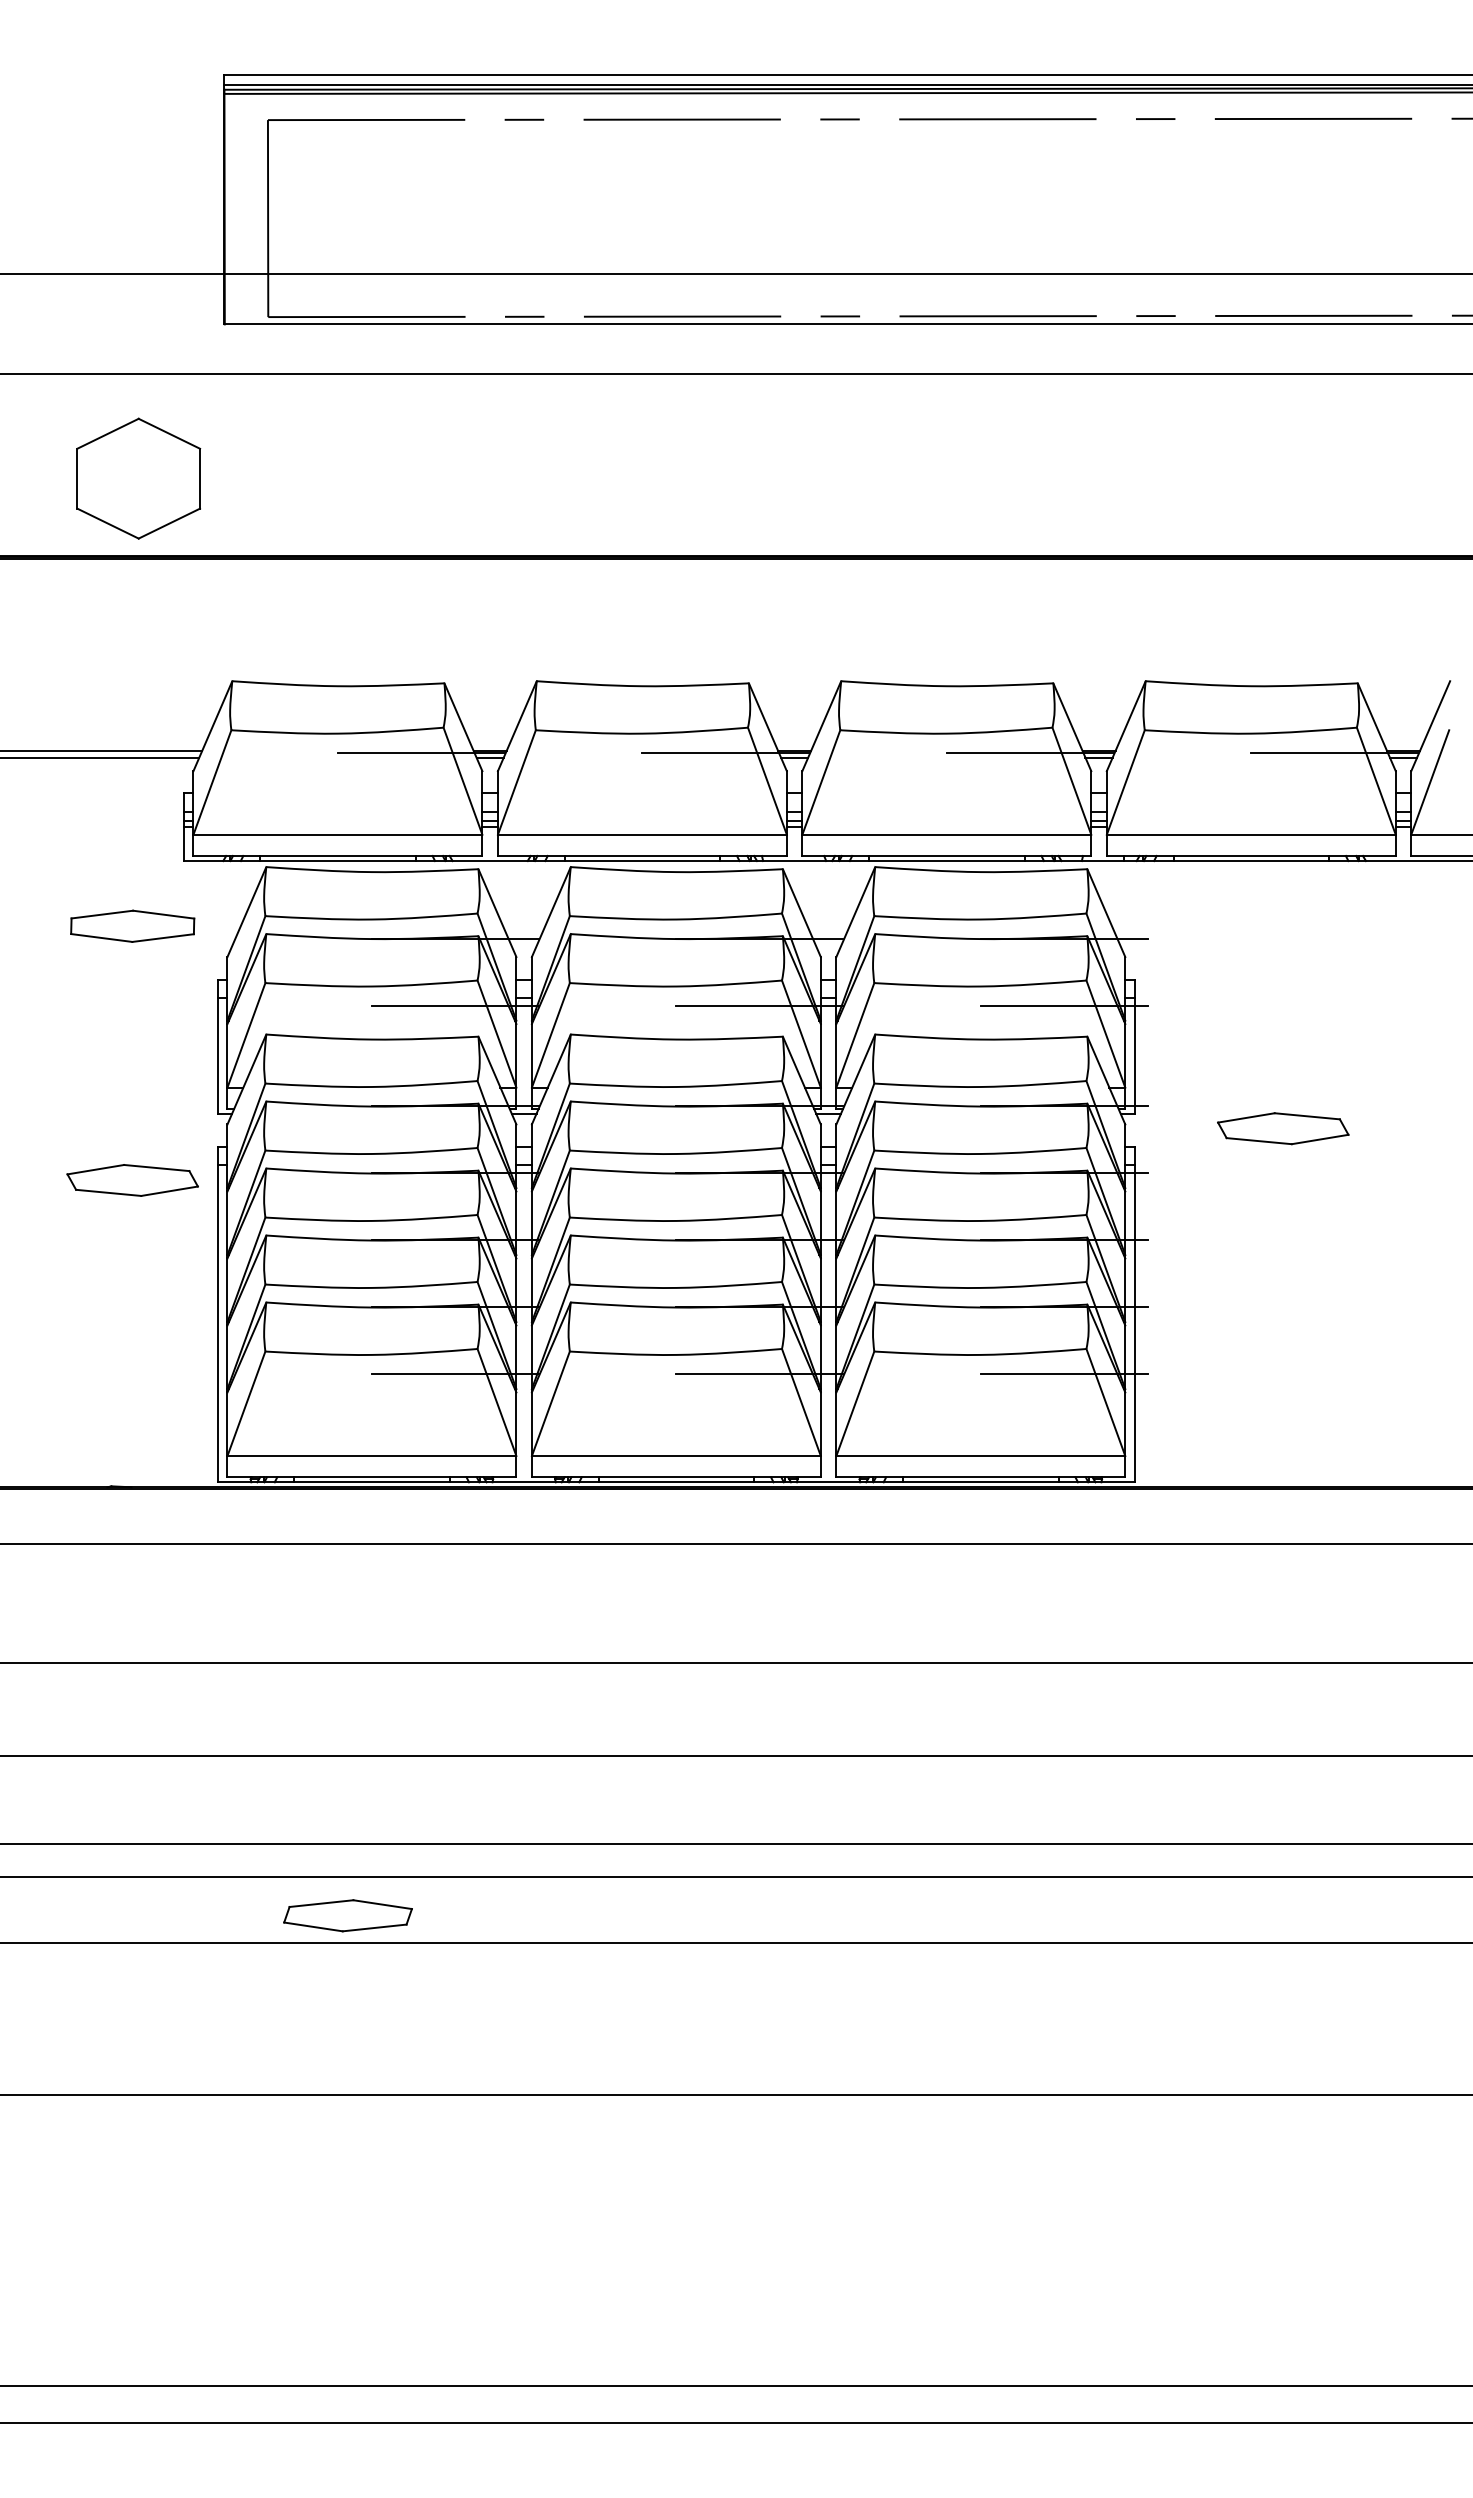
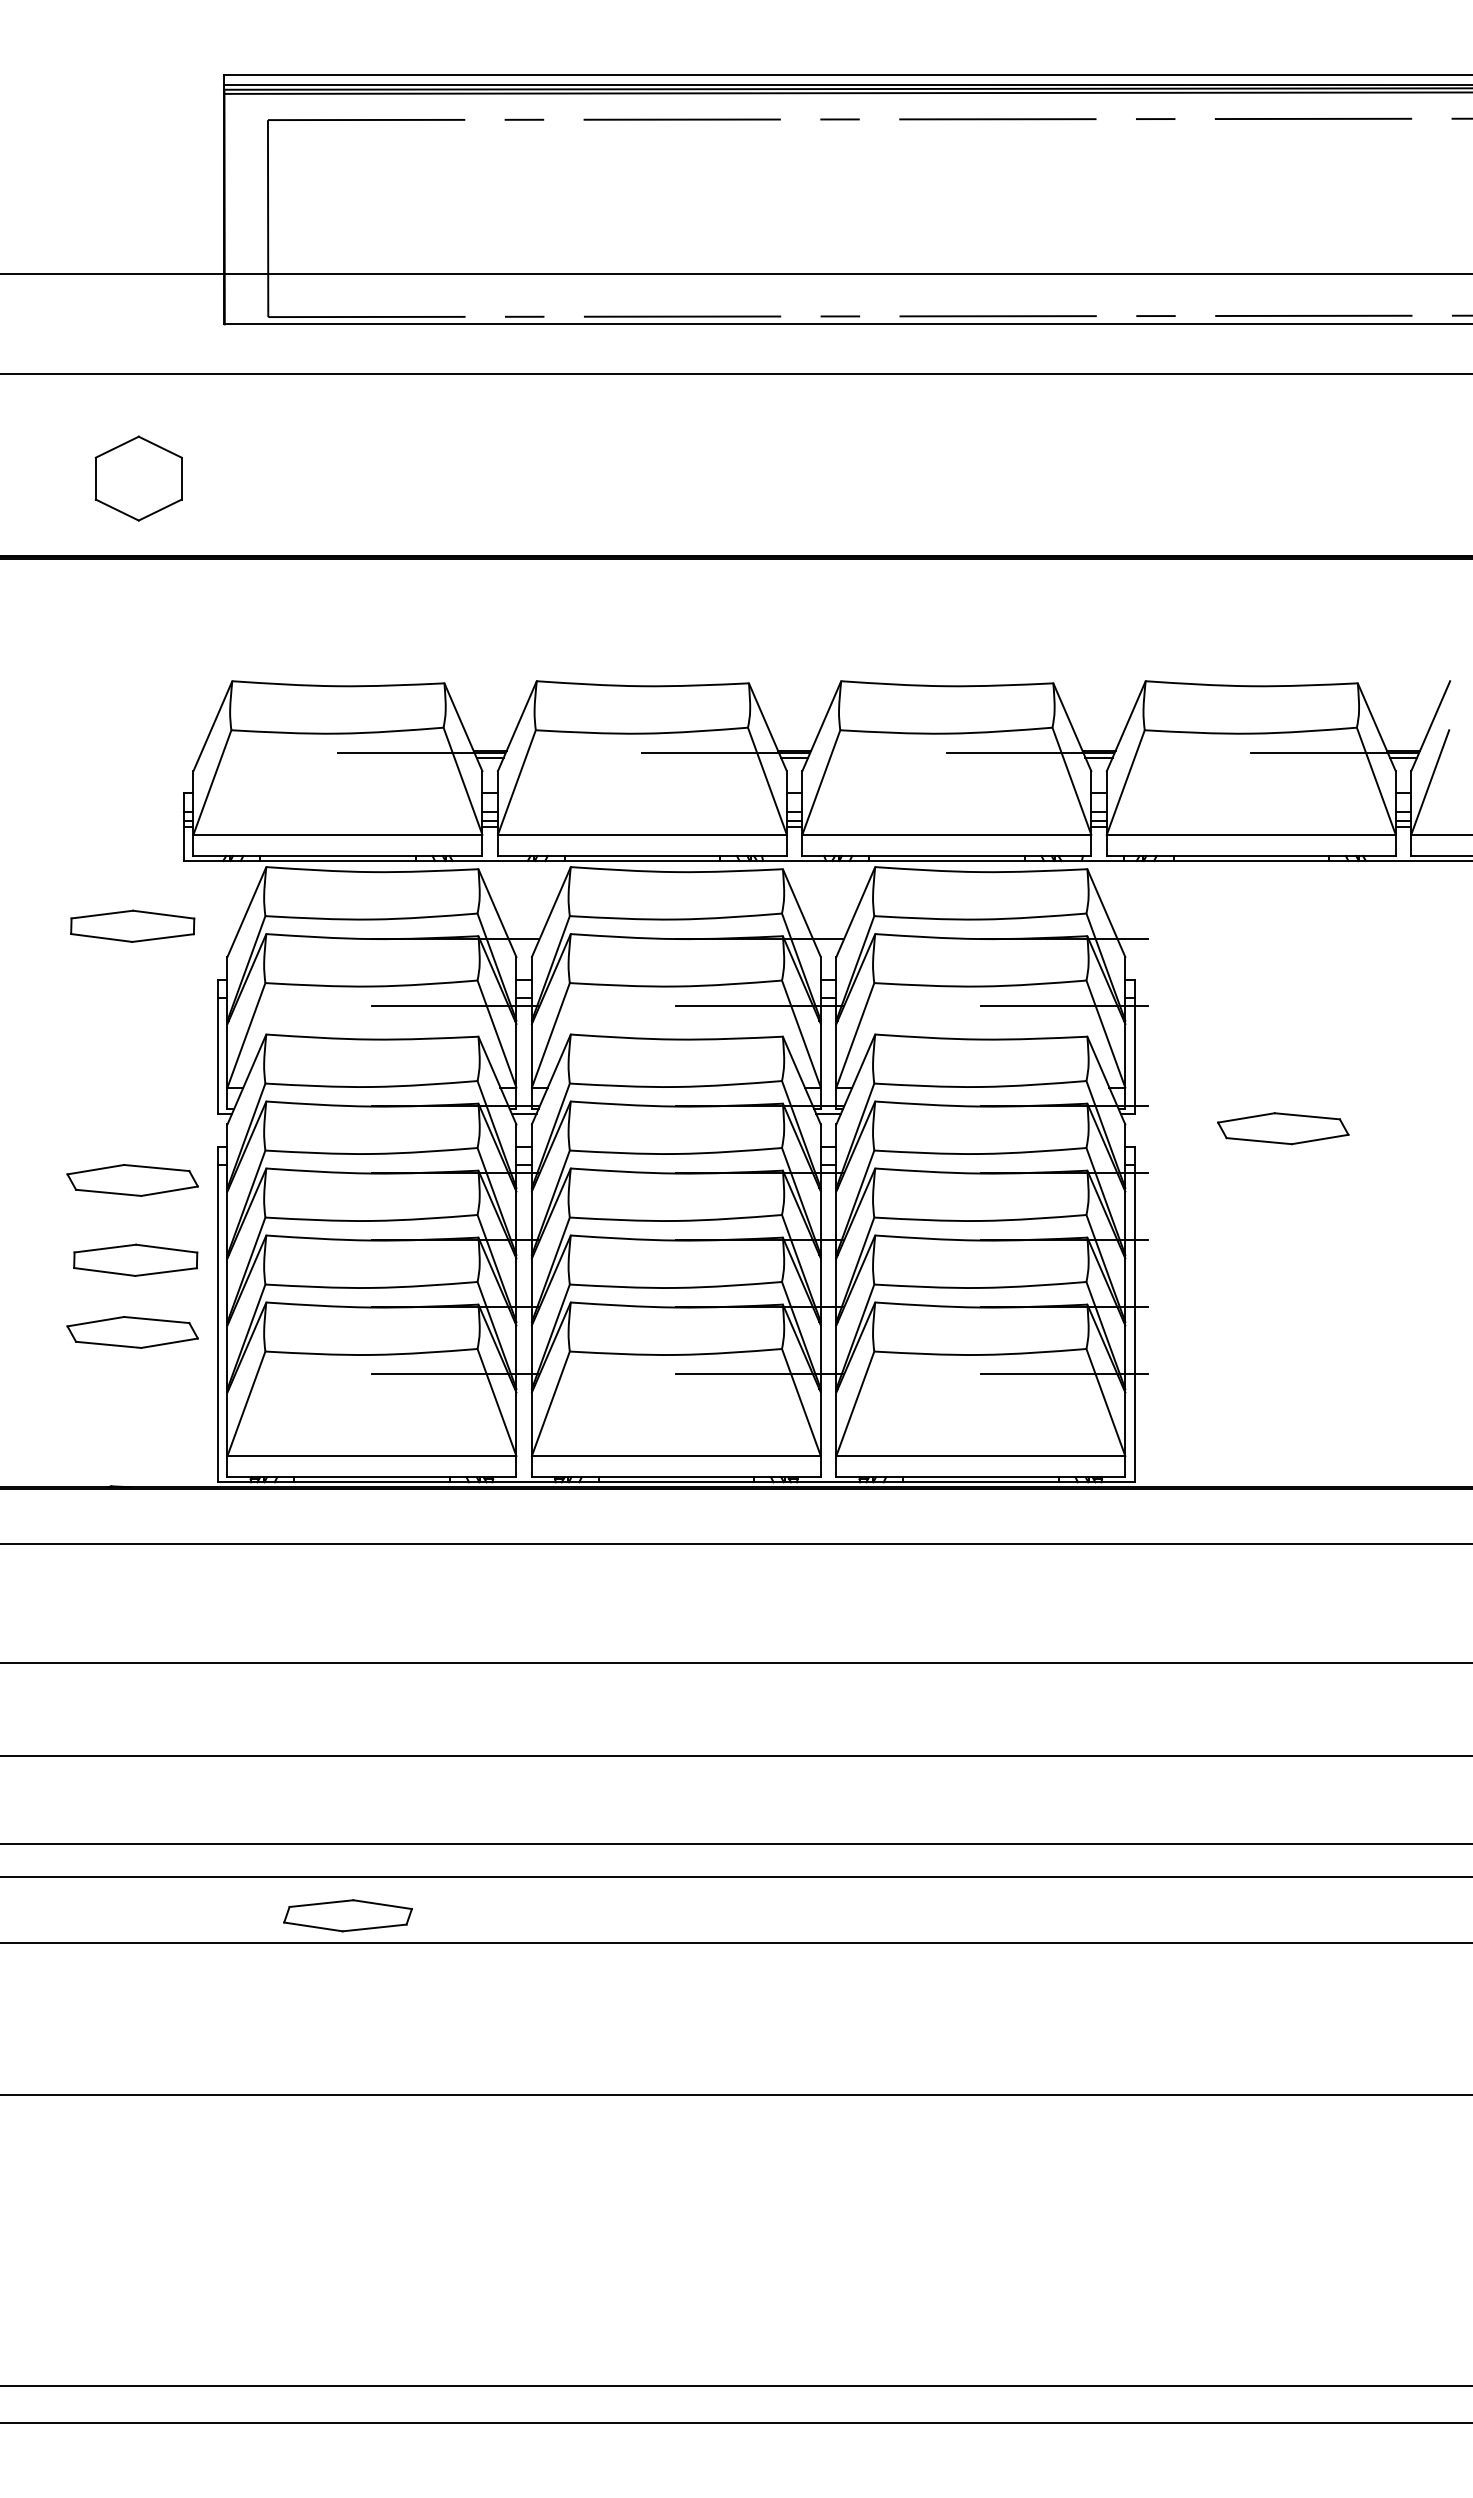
part at (138, 478) size: 126x123 px -> 89x87 px
line at (102, 750): present -> none
line at (100, 757): present -> none
part at (135, 1259): none -> present
part at (132, 1332): none -> present
